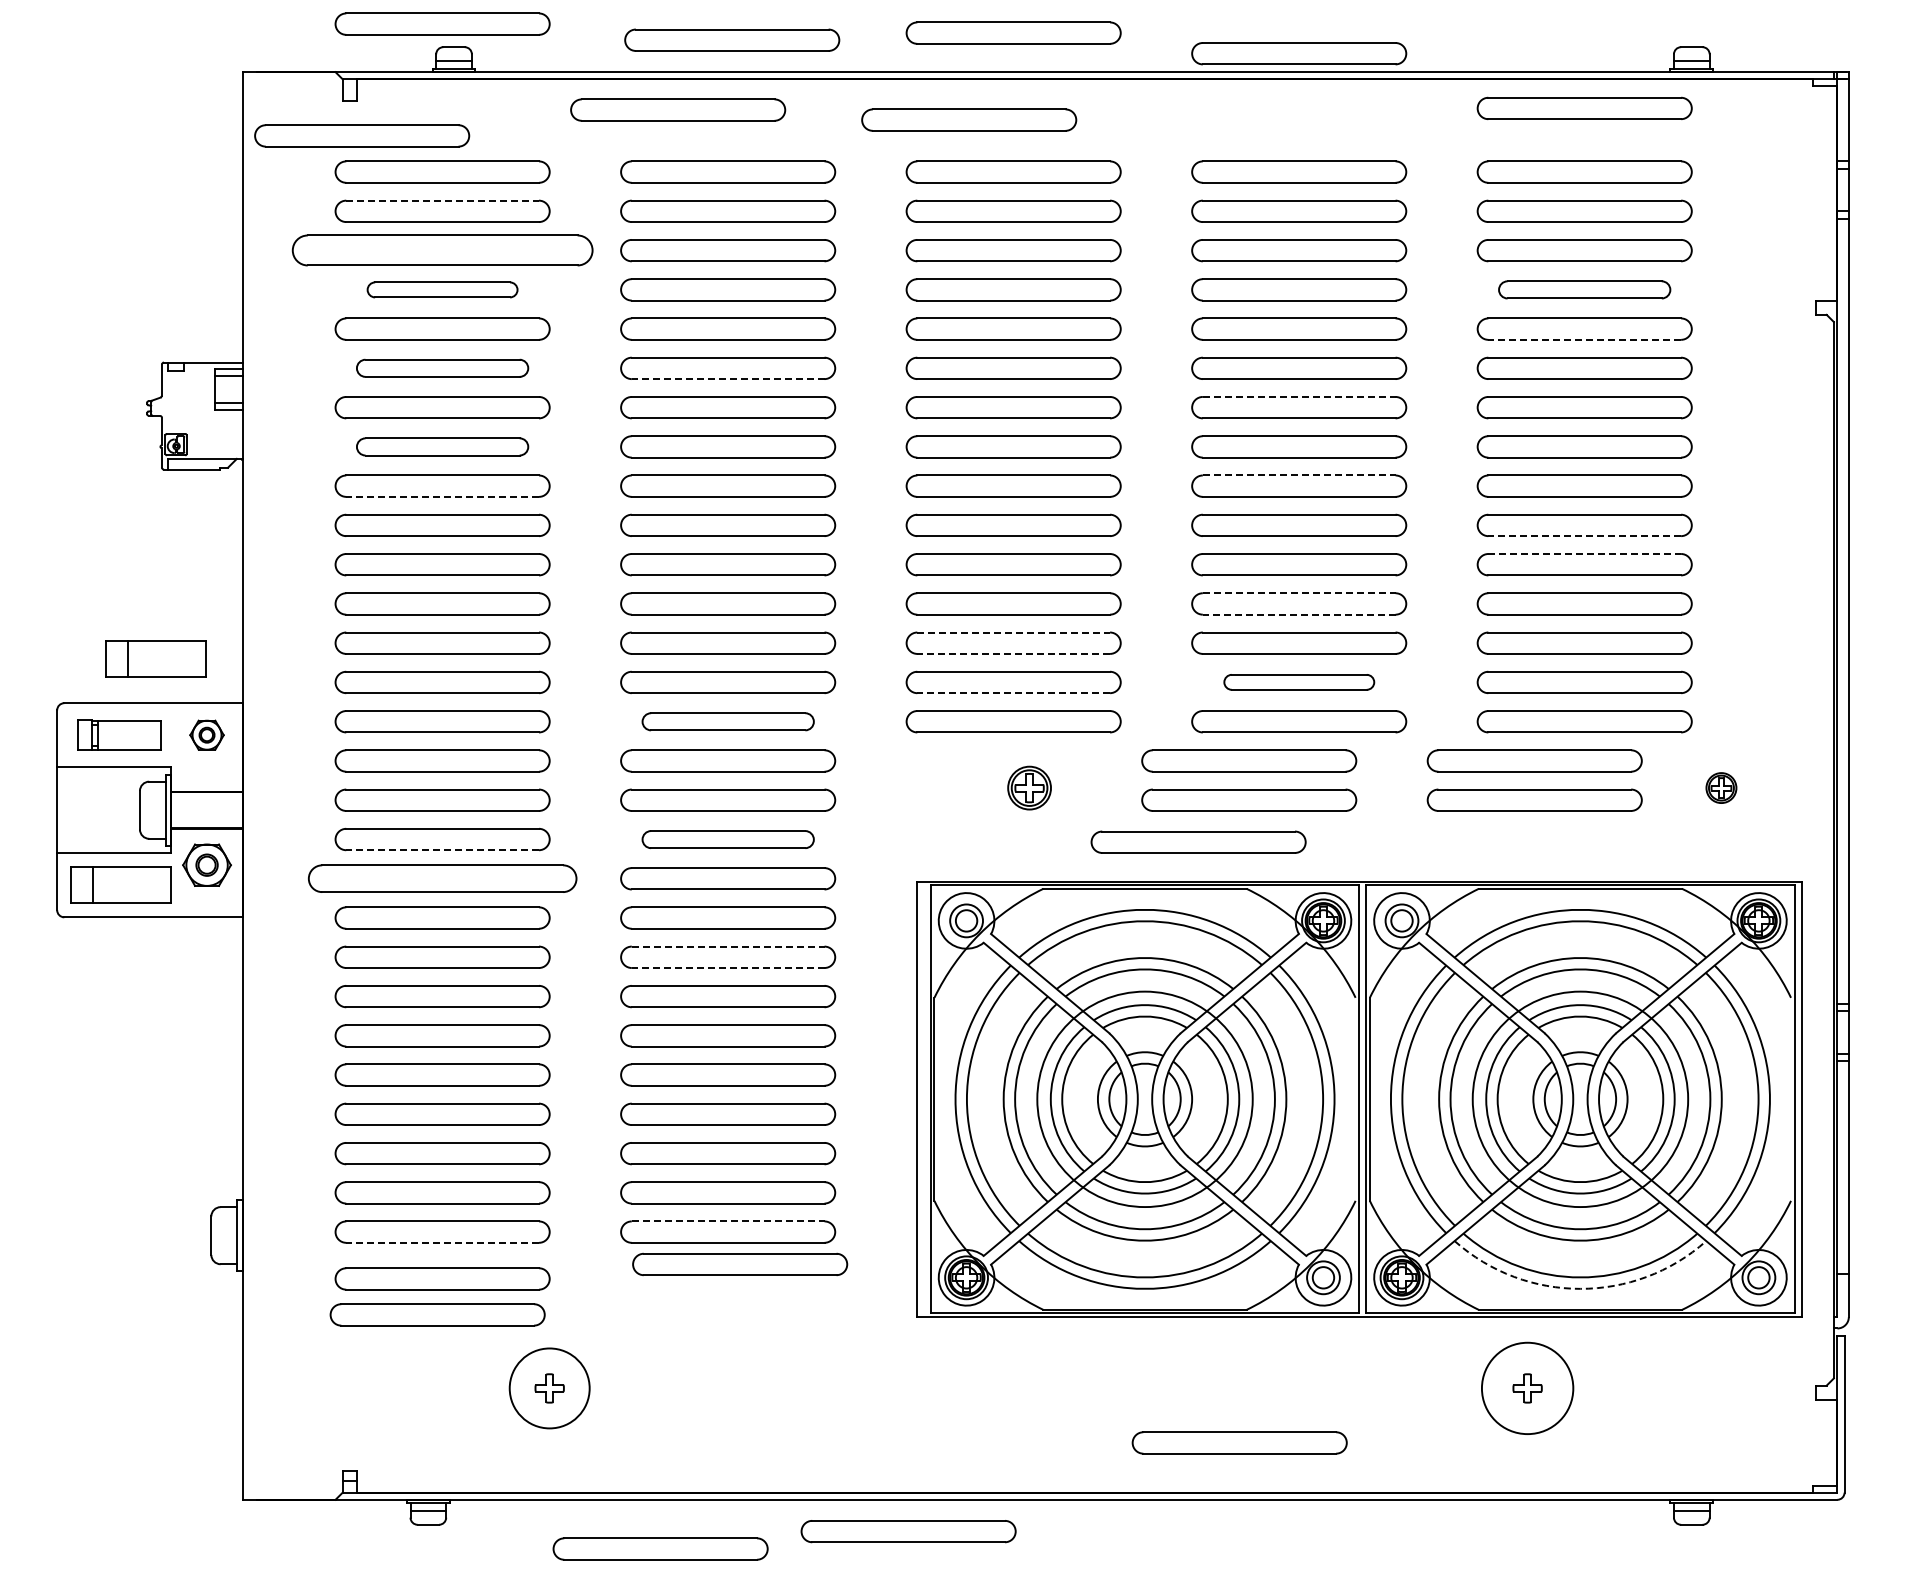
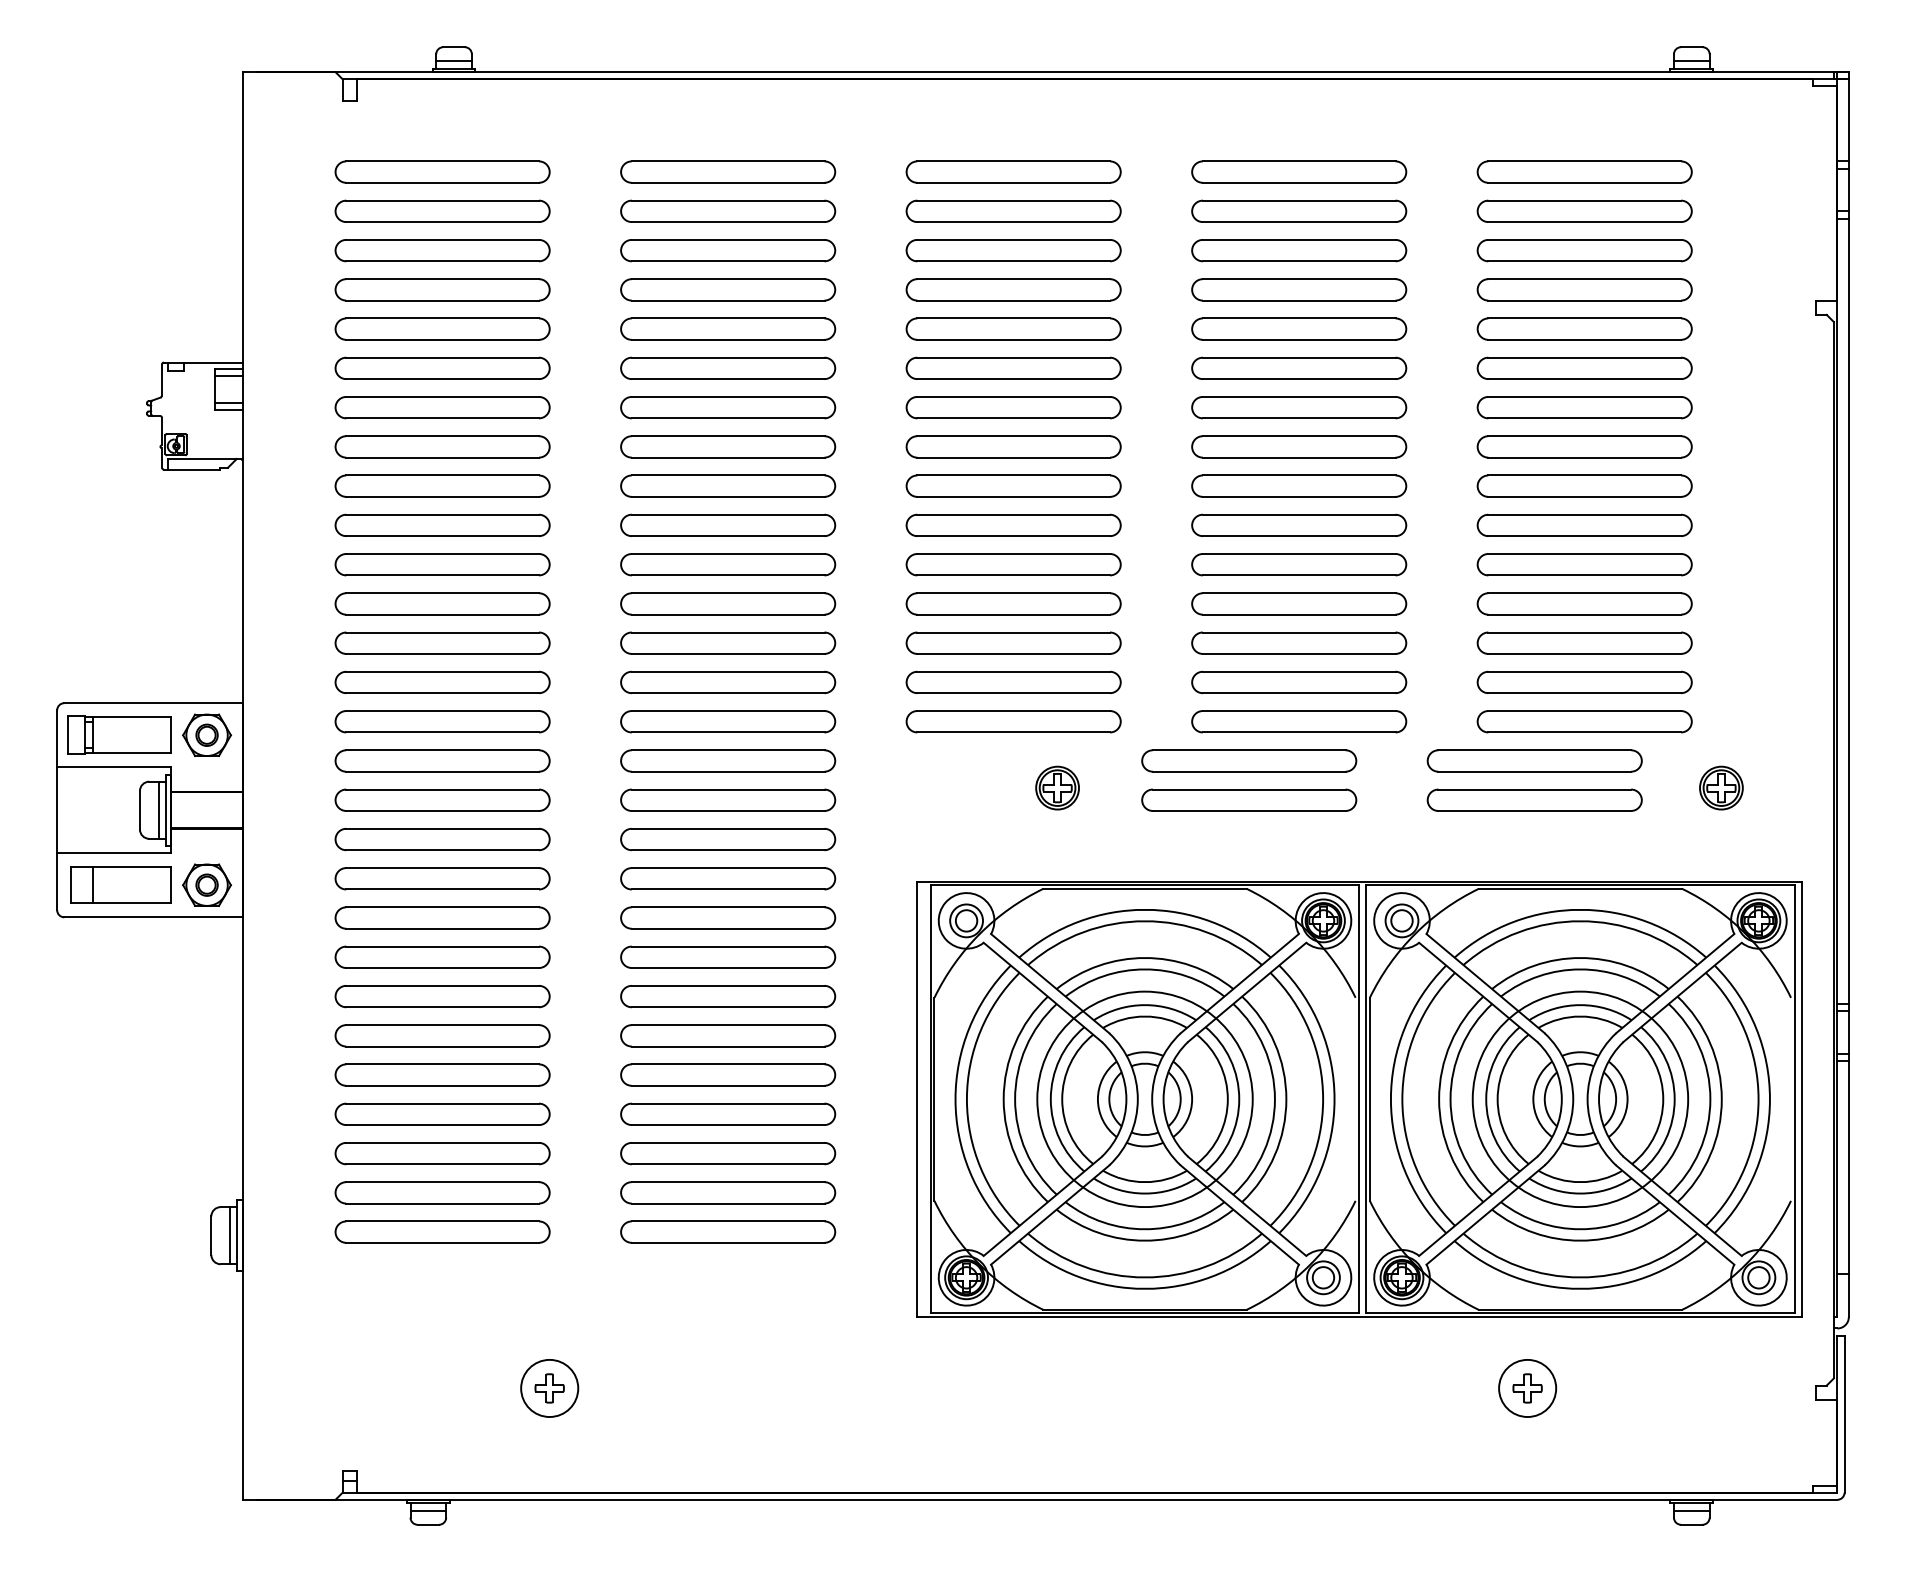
part at (442, 23): present -> none
part at (1013, 32): present -> none
part at (732, 39): present -> none
part at (1299, 53): present -> none
part at (1584, 107): present -> none
part at (678, 109): present -> none
part at (969, 119): present -> none
part at (362, 135): present -> none
line at (443, 200): dashed -> solid
part at (442, 250) size: 303x33 px -> 217x24 px
part at (442, 289) size: 153x18 px -> 217x24 px
part at (1584, 289) size: 174x20 px -> 217x24 px
line at (1584, 339): dashed -> solid
part at (442, 367) size: 174x20 px -> 217x24 px
line at (727, 379): dashed -> solid
line at (1299, 396): dashed -> solid
part at (442, 446) size: 174x20 px -> 217x24 px
line at (1299, 475): dashed -> solid
line at (442, 496): dashed -> solid
line at (1584, 536): dashed -> solid
line at (1585, 554): dashed -> solid
line at (1299, 593): dashed -> solid
line at (1298, 614): dashed -> solid
line at (1014, 632): dashed -> solid
line at (1013, 653): dashed -> solid
part at (155, 658): present -> none
part at (1299, 682) size: 153x17 px -> 217x24 px
line at (1013, 693): dashed -> solid
part at (727, 721) size: 174x20 px -> 217x24 px
part at (119, 734) size: 85x32 px -> 105x40 px
part at (206, 734) size: 36x32 px -> 50x44 px
part at (1029, 787) position: (1029, 787) -> (1057, 787)
part at (1721, 787) size: 33x32 px -> 45x46 px
line at (158, 809): none -> present
part at (727, 839) size: 174x19 px -> 217x24 px
part at (1198, 841): present -> none
line at (442, 850): dashed -> solid
part at (206, 864) position: (206, 864) -> (206, 884)
part at (442, 878) size: 270x29 px -> 217x24 px
line at (728, 946): dashed -> solid
line at (727, 968): dashed -> solid
line at (728, 1221): dashed -> solid
line at (229, 1235): none -> present
line at (442, 1242): dashed -> solid
part at (740, 1263): present -> none
part at (442, 1278): present -> none
arc at (1580, 1288): dashed -> solid
part at (437, 1314): present -> none
circle at (549, 1388) diameter: 80 px -> 57 px
circle at (1527, 1388) diameter: 91 px -> 57 px
part at (1239, 1442): present -> none
part at (908, 1531): present -> none
part at (660, 1548): present -> none
